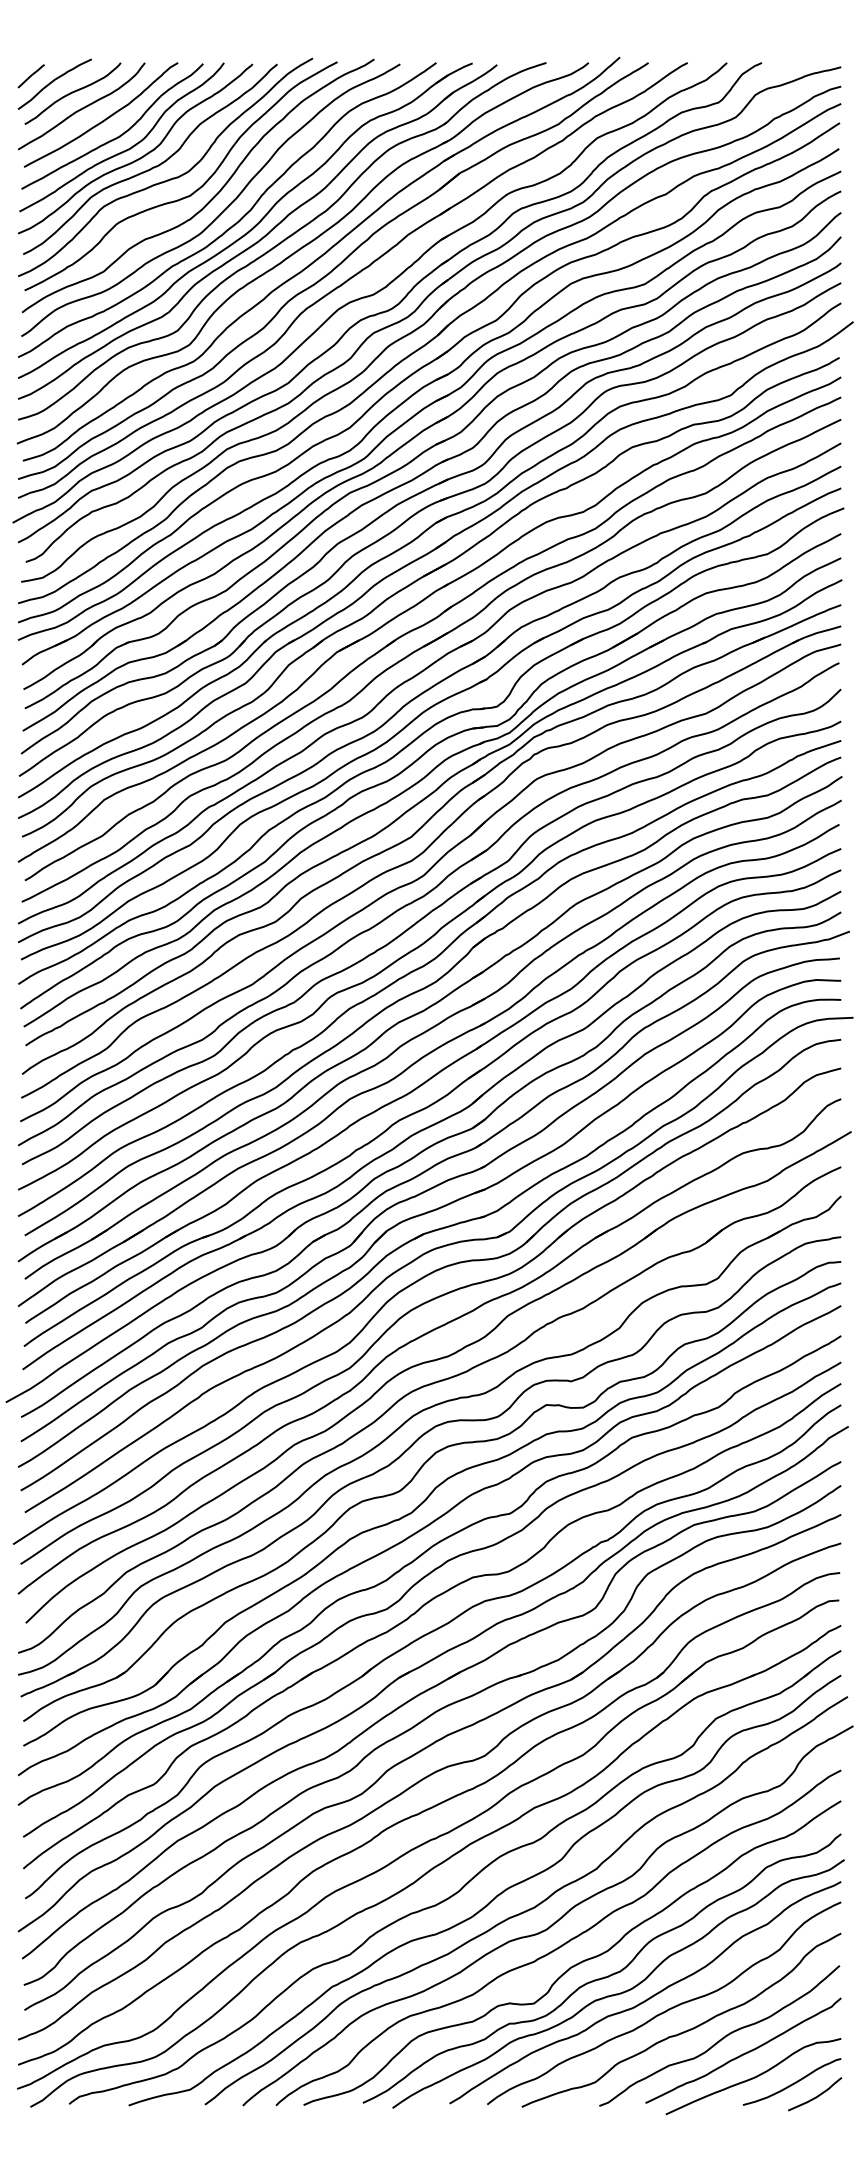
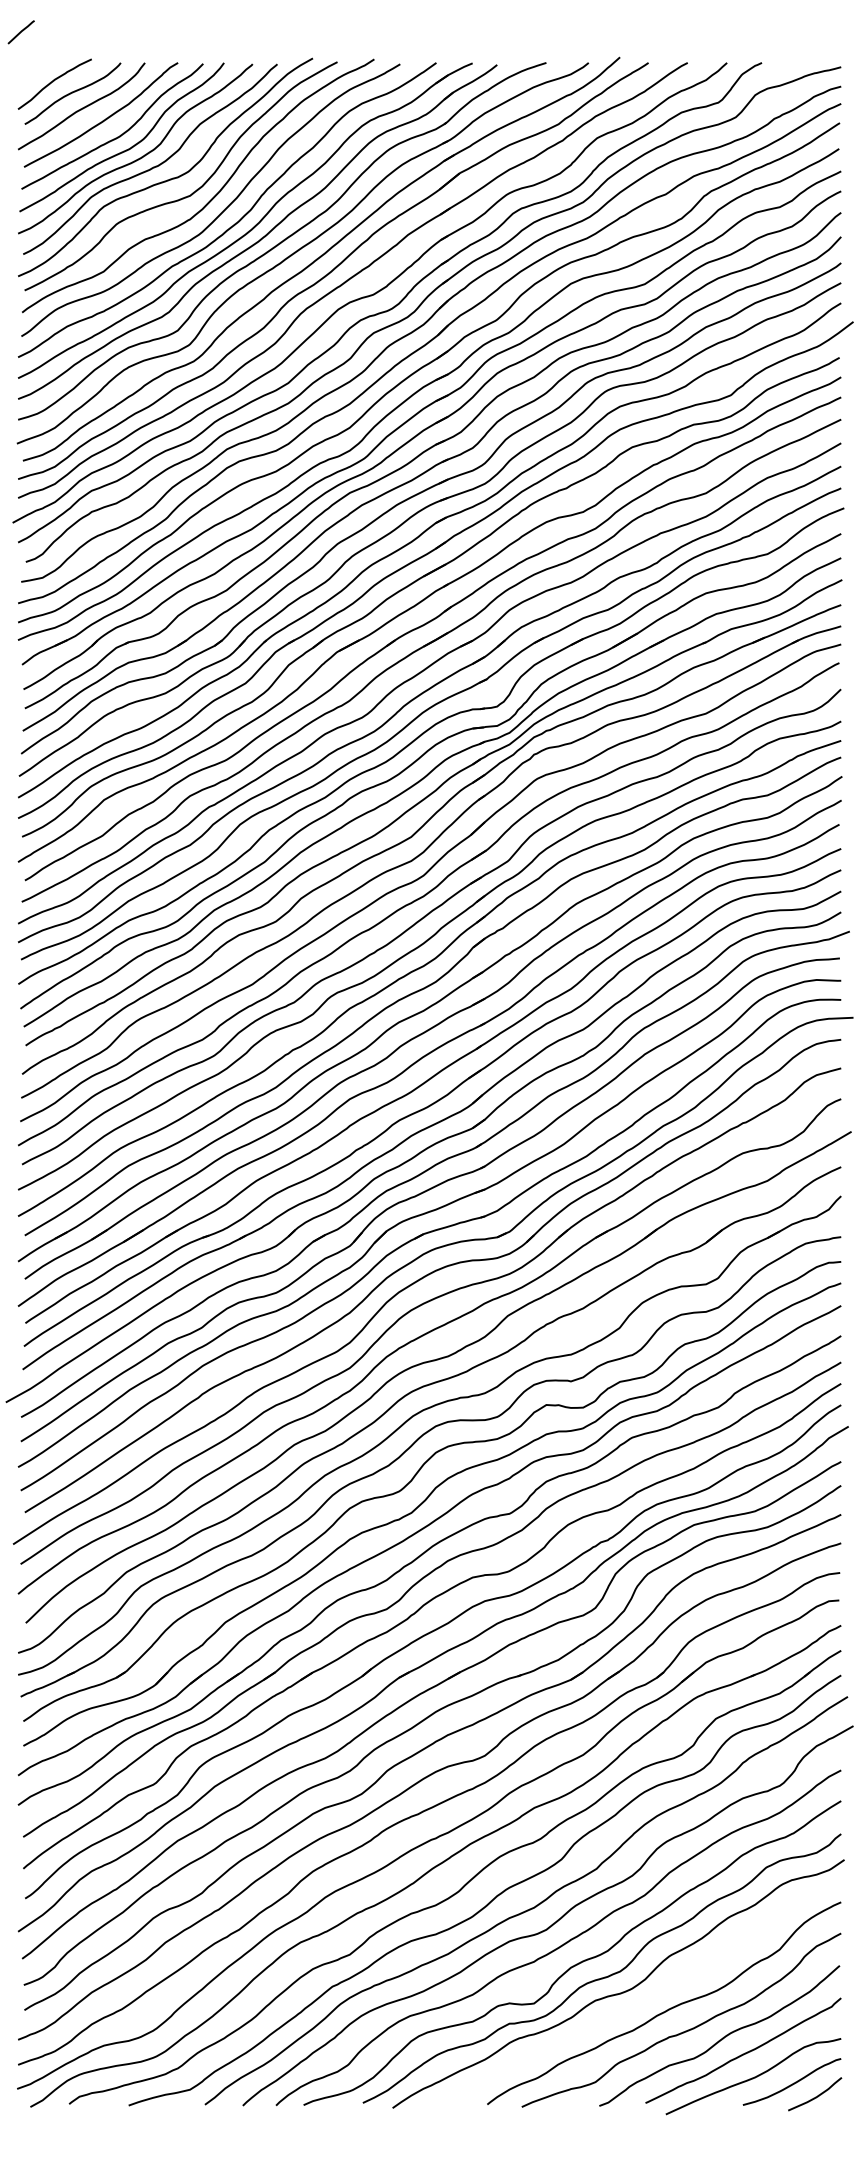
line at (30, 76) position: (30, 76) -> (20, 32)
curve at (647, 1998): present -> none
